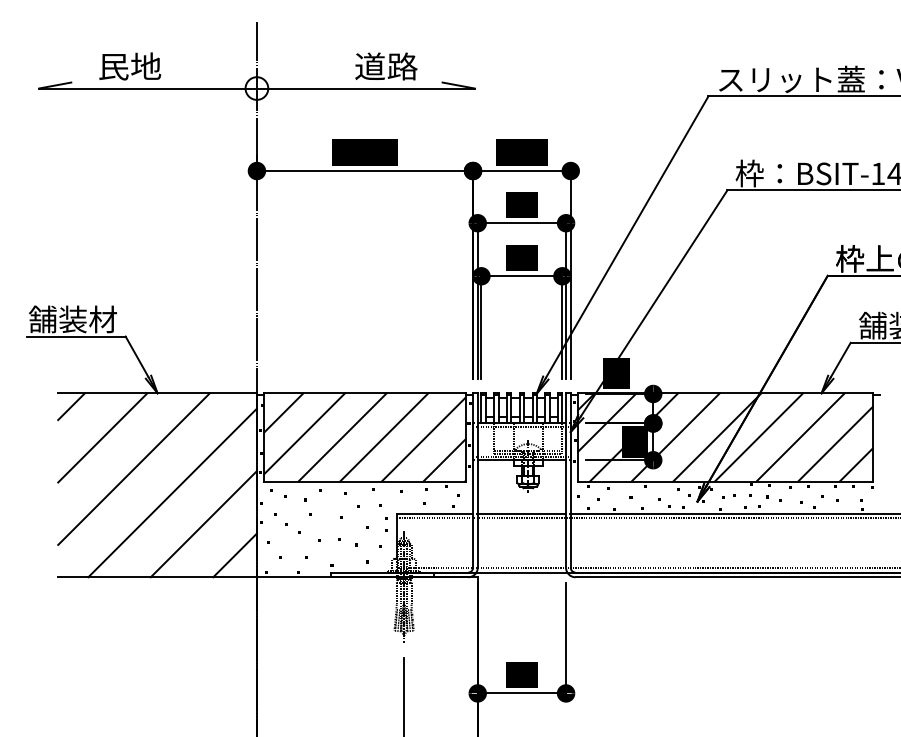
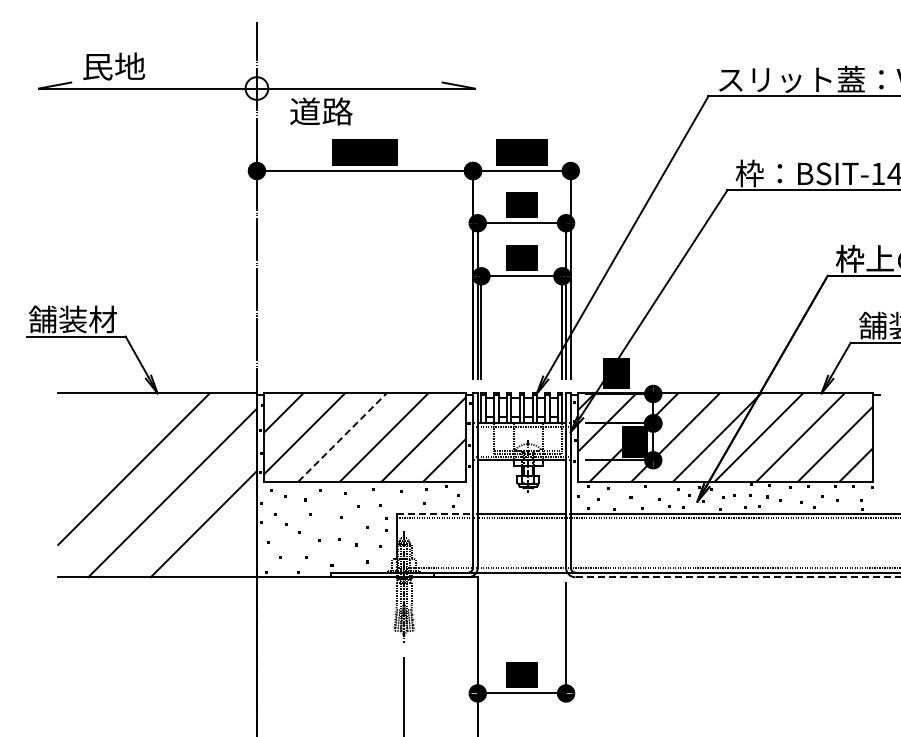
text at (130, 66) position: (130, 66) -> (114, 66)
text at (386, 66) position: (386, 66) -> (321, 111)
line at (71, 406): present -> none
line at (102, 437): present -> none
line at (342, 437): solid -> dashed
line at (435, 513): solid -> dashed
line at (234, 555): present -> none
line at (738, 577): solid -> dashed
